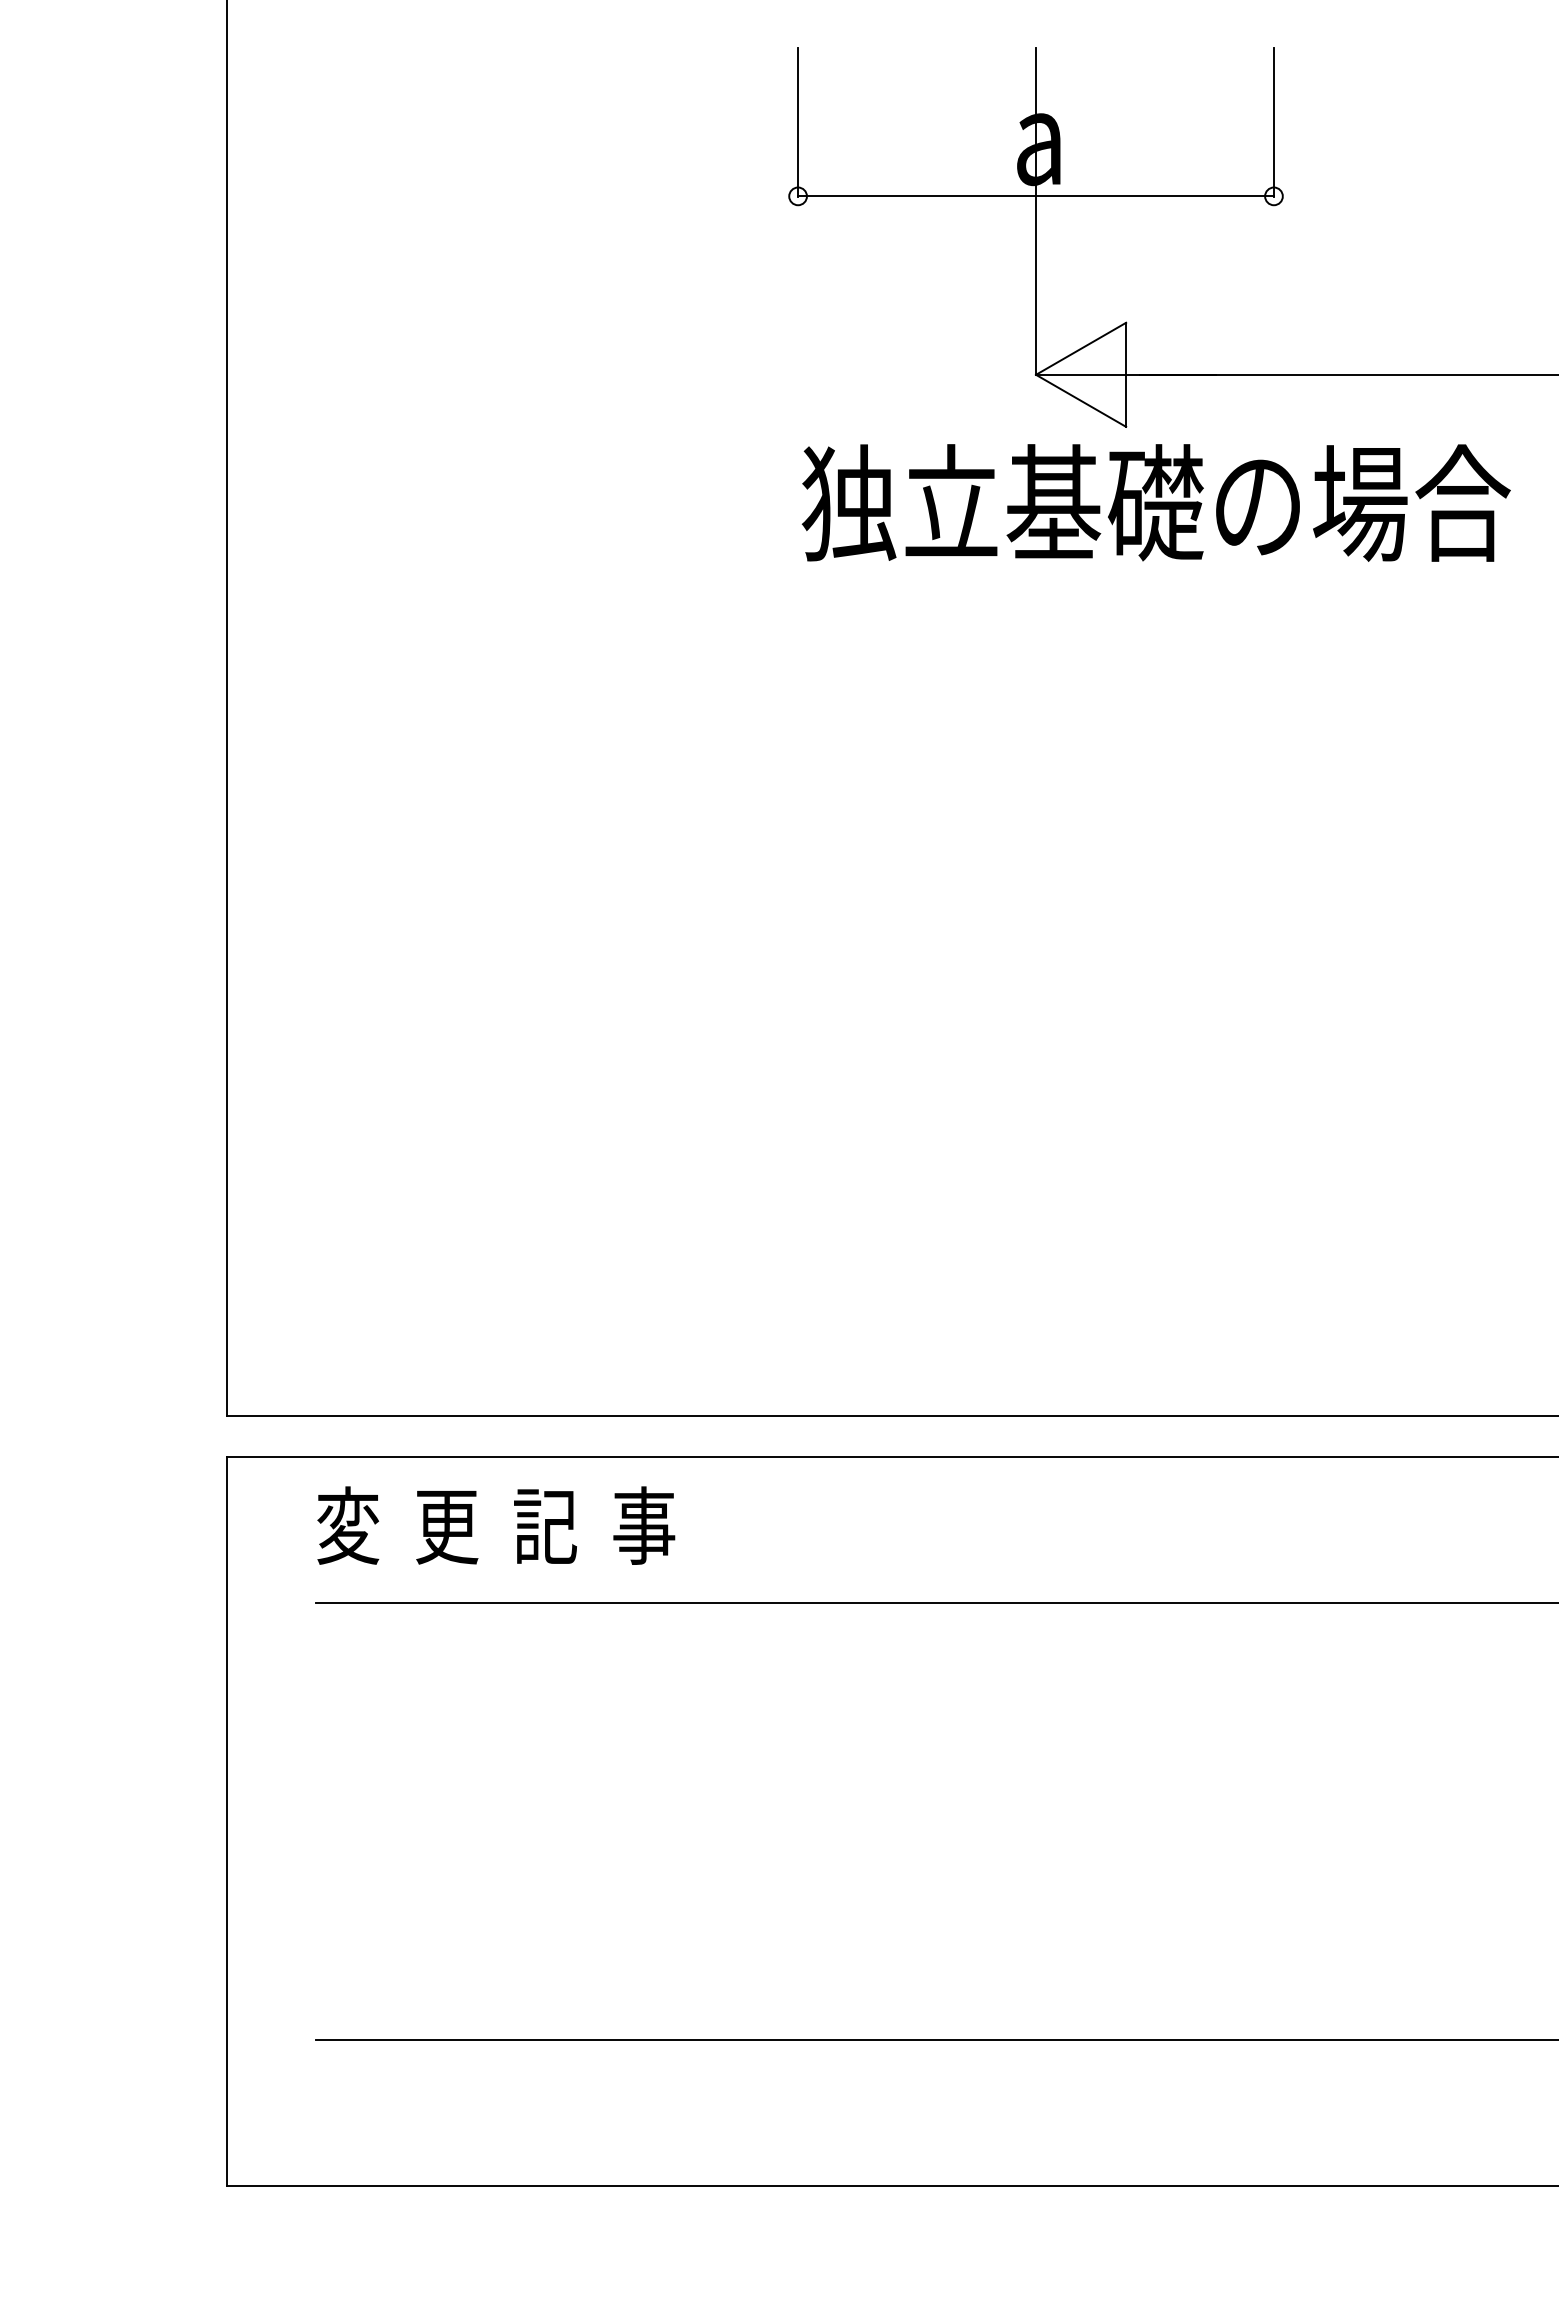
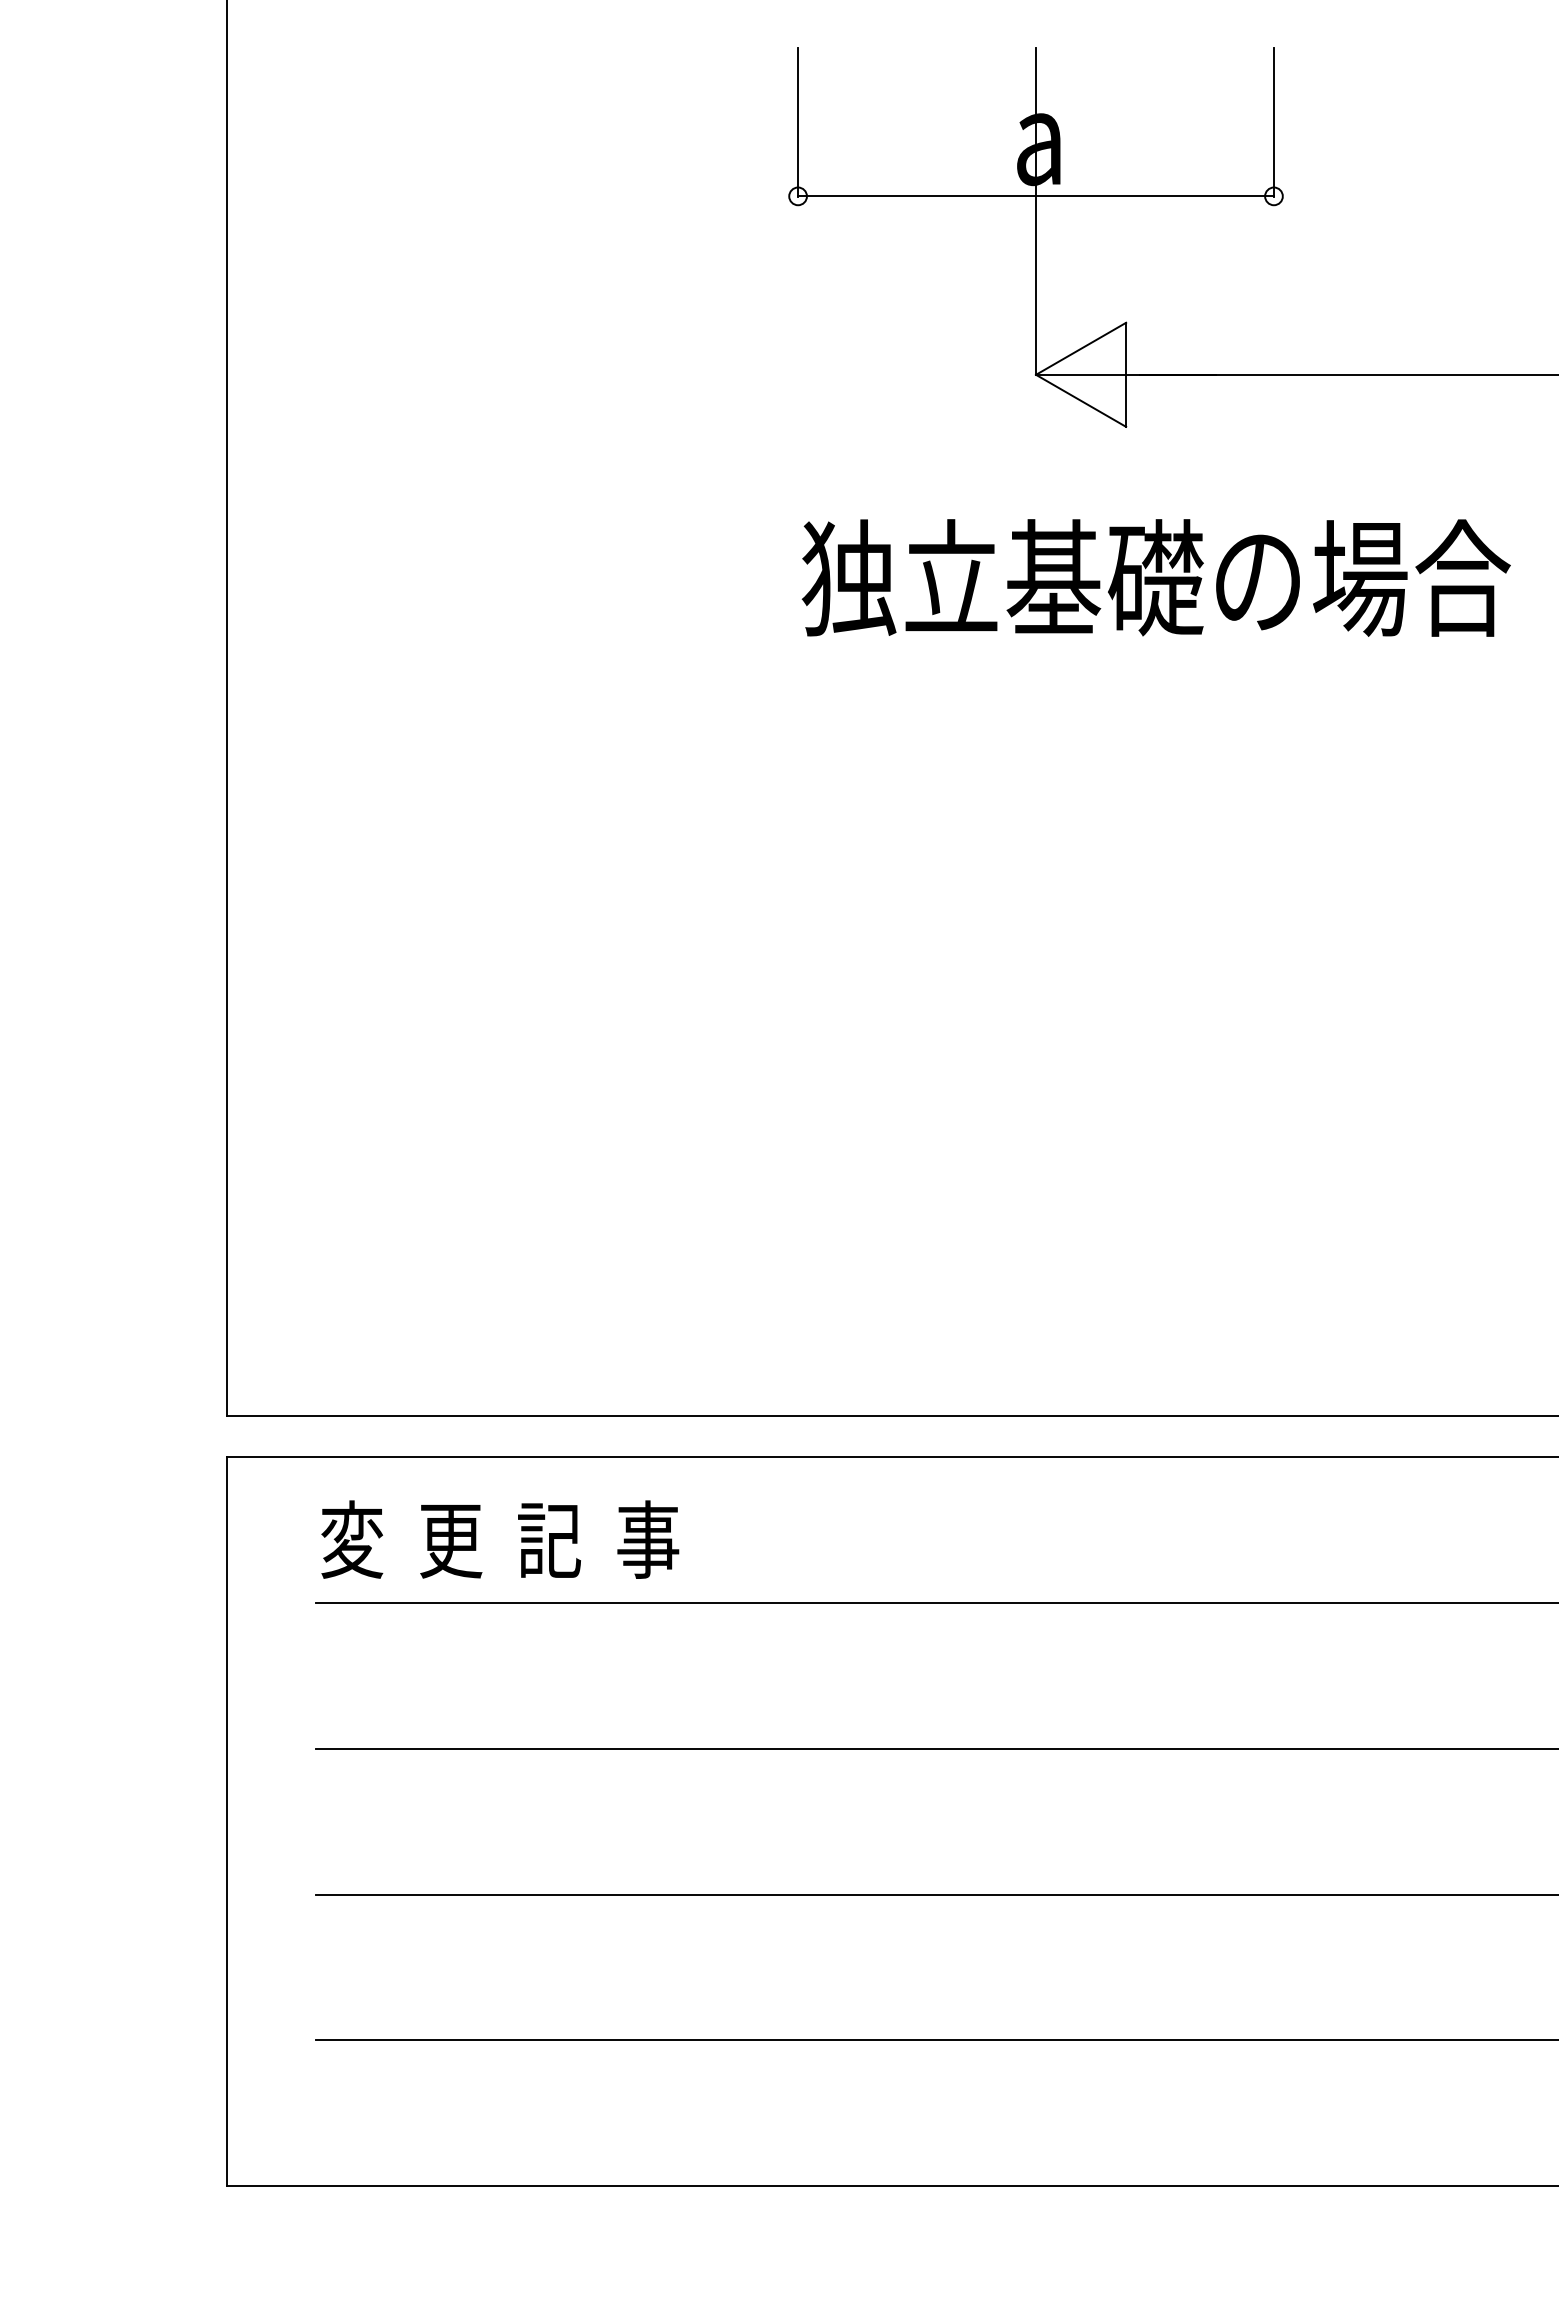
text at (1155, 502) position: (1155, 502) -> (1155, 577)
text at (496, 1525) position: (496, 1525) -> (500, 1539)
line at (935, 1748): none -> present
line at (935, 1894): none -> present
